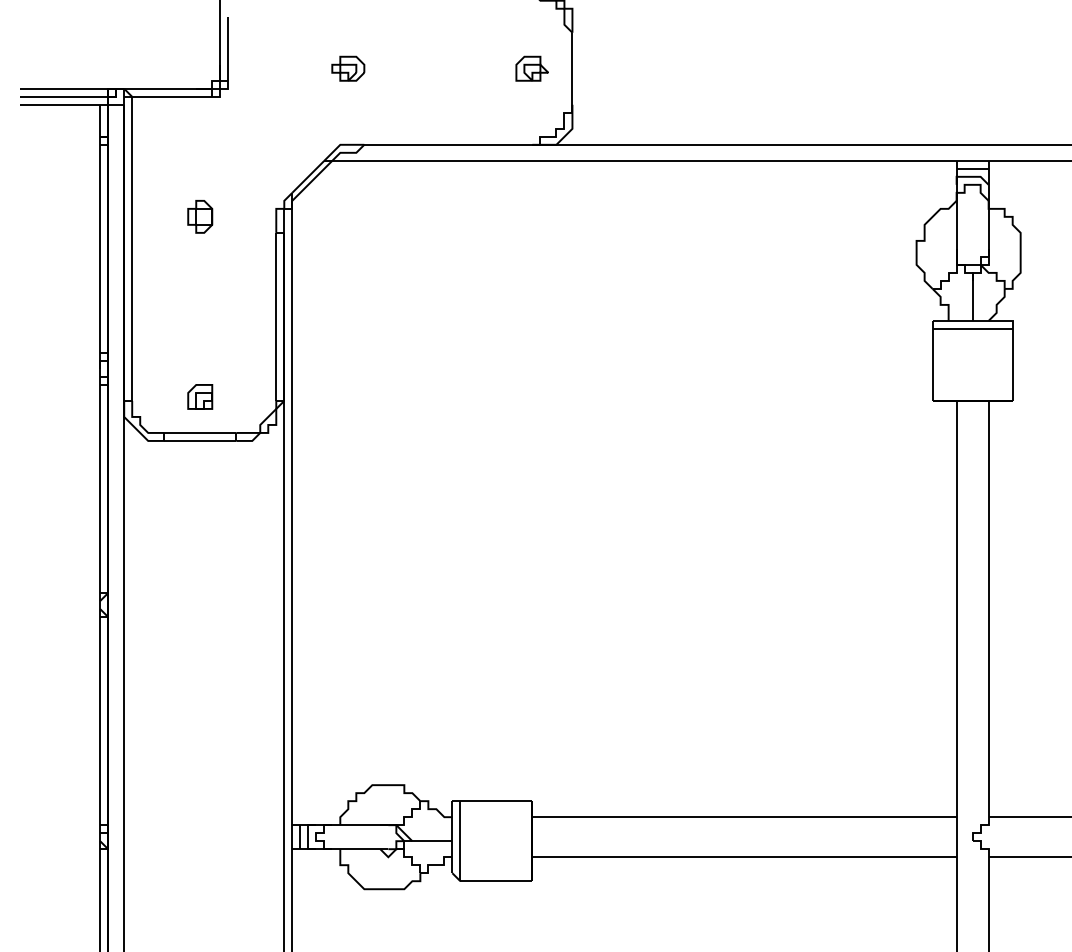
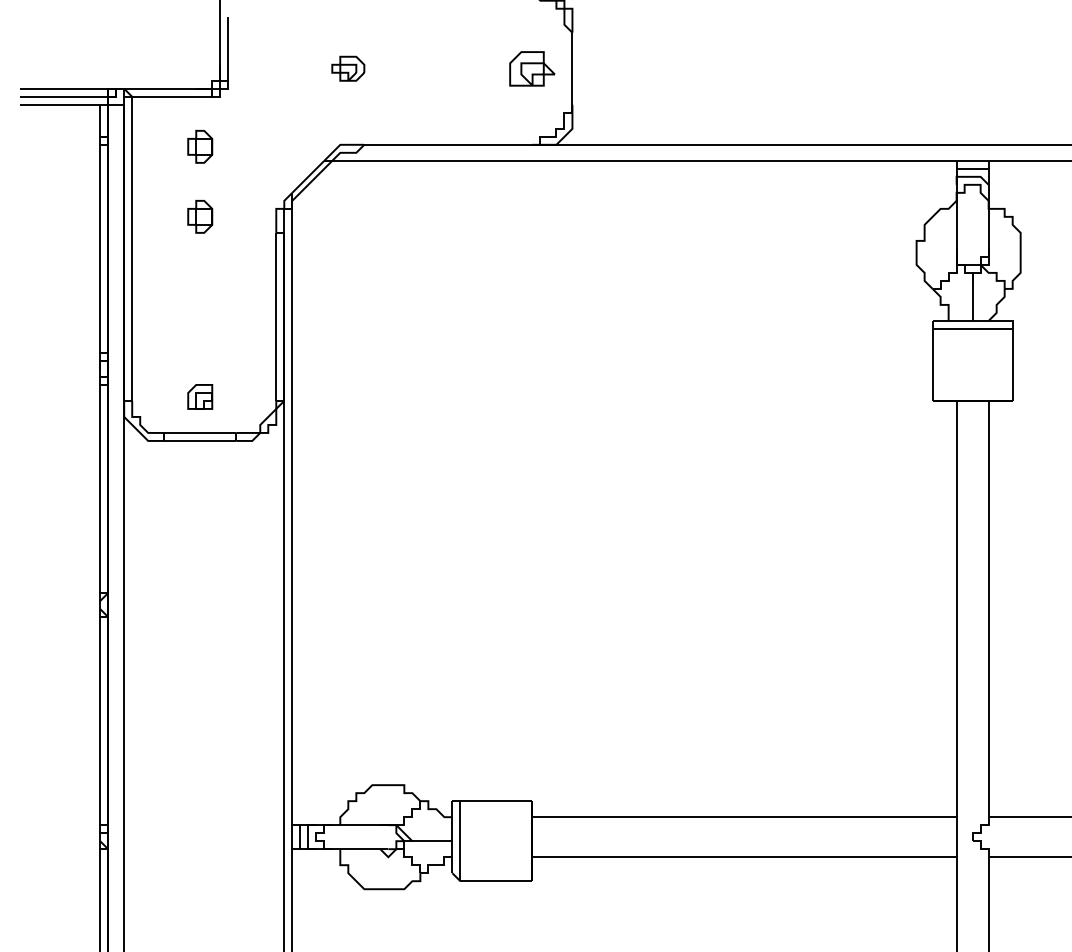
part at (531, 68) size: 34x27 px -> 47x36 px
part at (200, 146): none -> present
